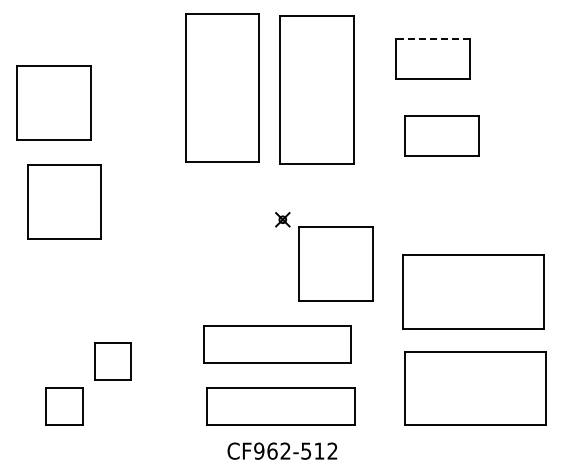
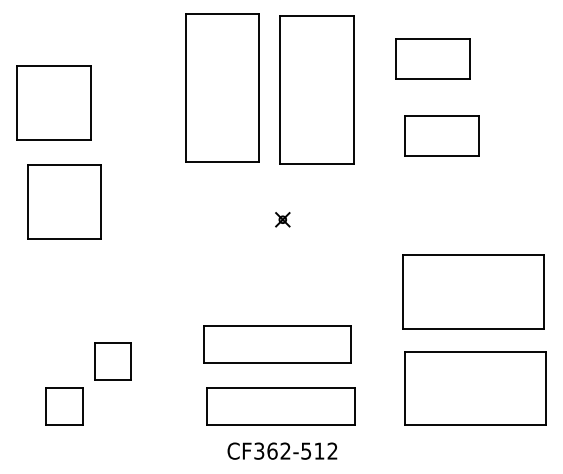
line at (432, 38): dashed -> solid
part at (335, 263): present -> none
text at (259, 450): CF962-512 -> CF362-512
